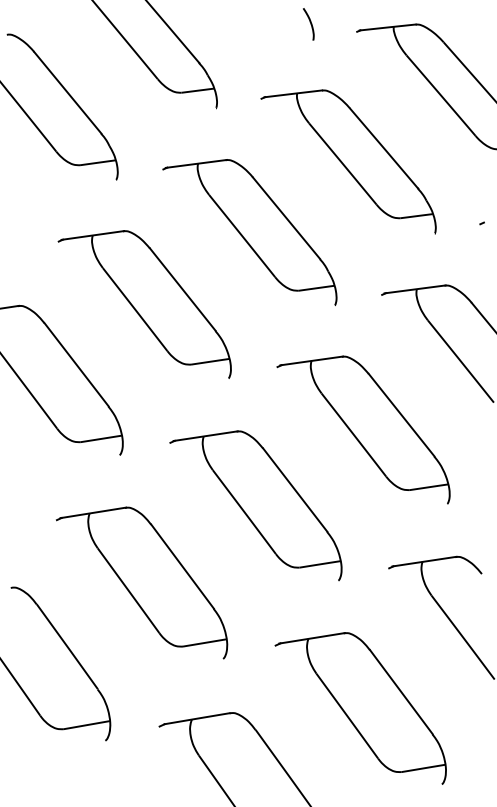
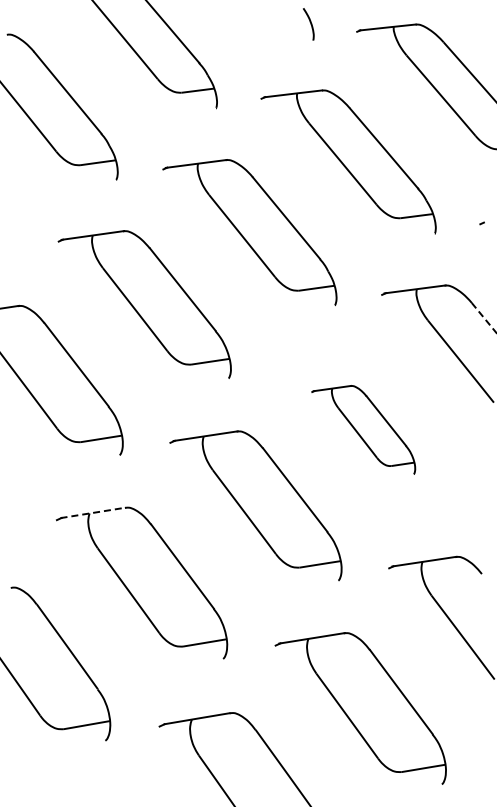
line at (484, 318): solid -> dashed
part at (363, 429) size: 175x150 px -> 106x90 px
line at (93, 512): solid -> dashed
